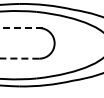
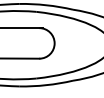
line at (21, 28): dashed -> solid
line at (19, 58): dashed -> solid
